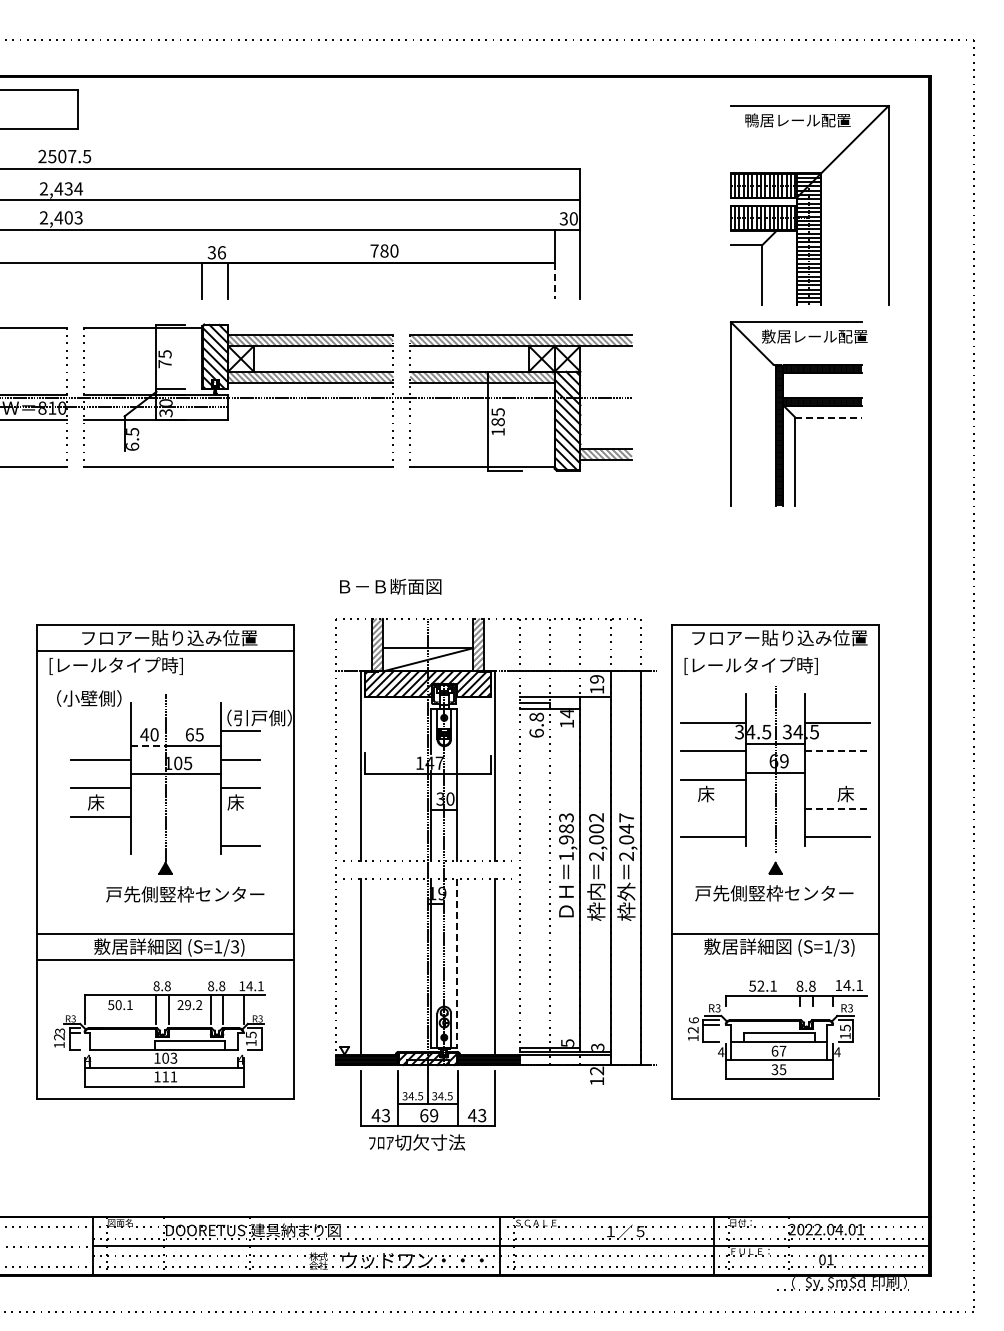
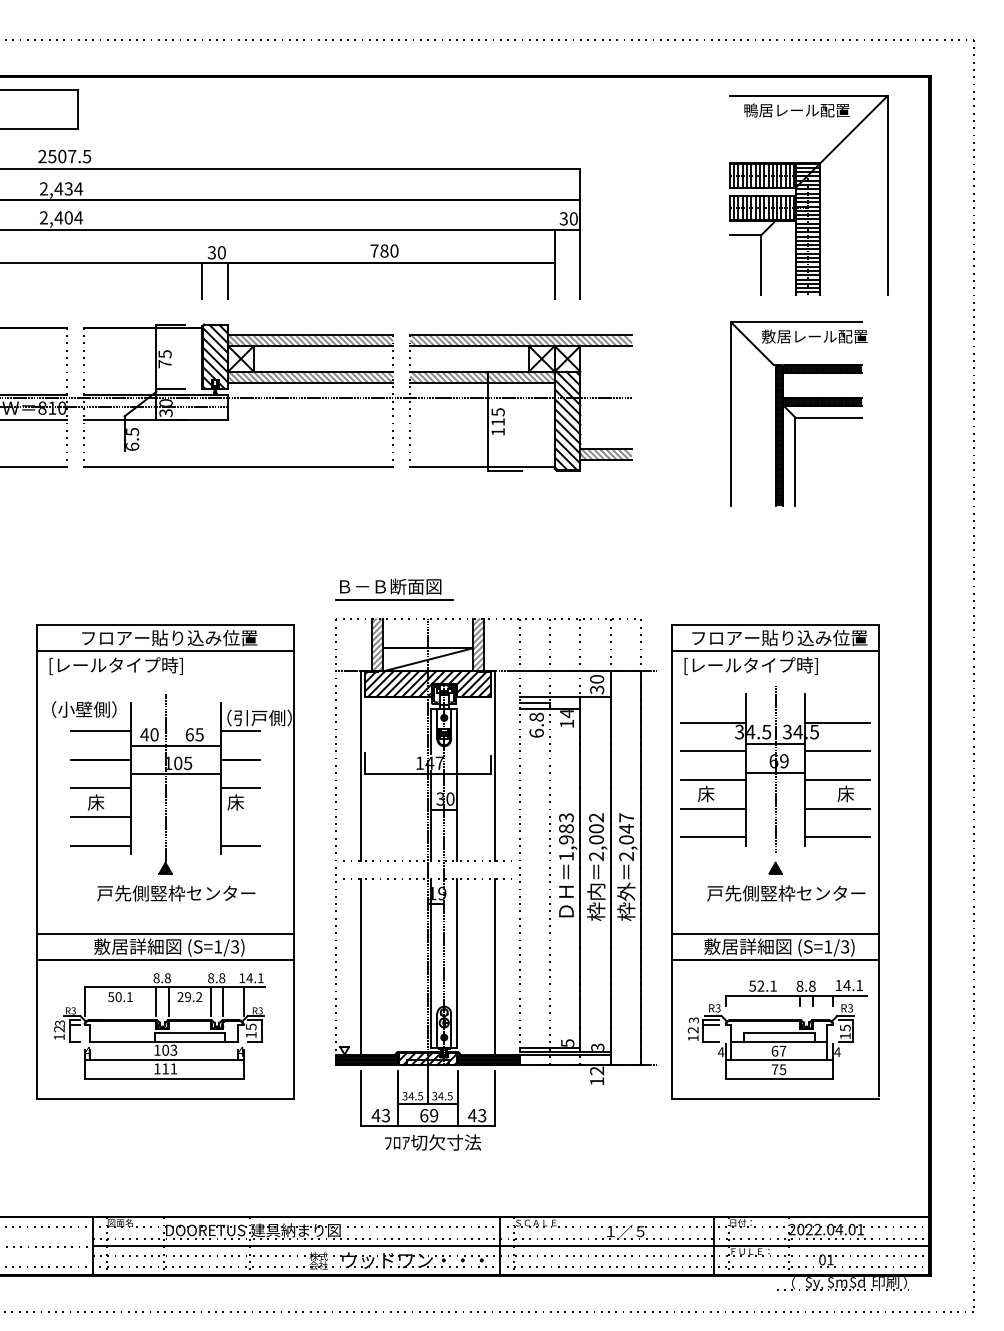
part at (809, 205) position: (809, 205) -> (808, 195)
text at (78, 217): 2,403 -> 2,404
text at (221, 252): 36 -> 30
line at (554, 280): dashed -> solid
line at (829, 417): dashed -> solid
text at (497, 422): 185 -> 115
line at (393, 600): none -> present
line at (775, 651): none -> present
text at (597, 684): 19 -> 30
text at (89, 698) position: (89, 698) -> (84, 709)
line at (101, 731): none -> present
line at (148, 745): dashed -> solid
line at (838, 751): dashed -> solid
line at (837, 779): none -> present
line at (713, 808): none -> present
line at (838, 808): dashed -> solid
line at (101, 845): none -> present
text at (774, 893) position: (774, 893) -> (786, 893)
text at (185, 894) position: (185, 894) -> (176, 893)
line at (775, 959): none -> present
line at (457, 963): dashed -> solid
text at (693, 1020): 6 -> 3
part at (159, 1034) position: (159, 1034) -> (159, 1026)
text at (774, 1069): 35 -> 75
text at (416, 1142) position: (416, 1142) -> (432, 1142)
